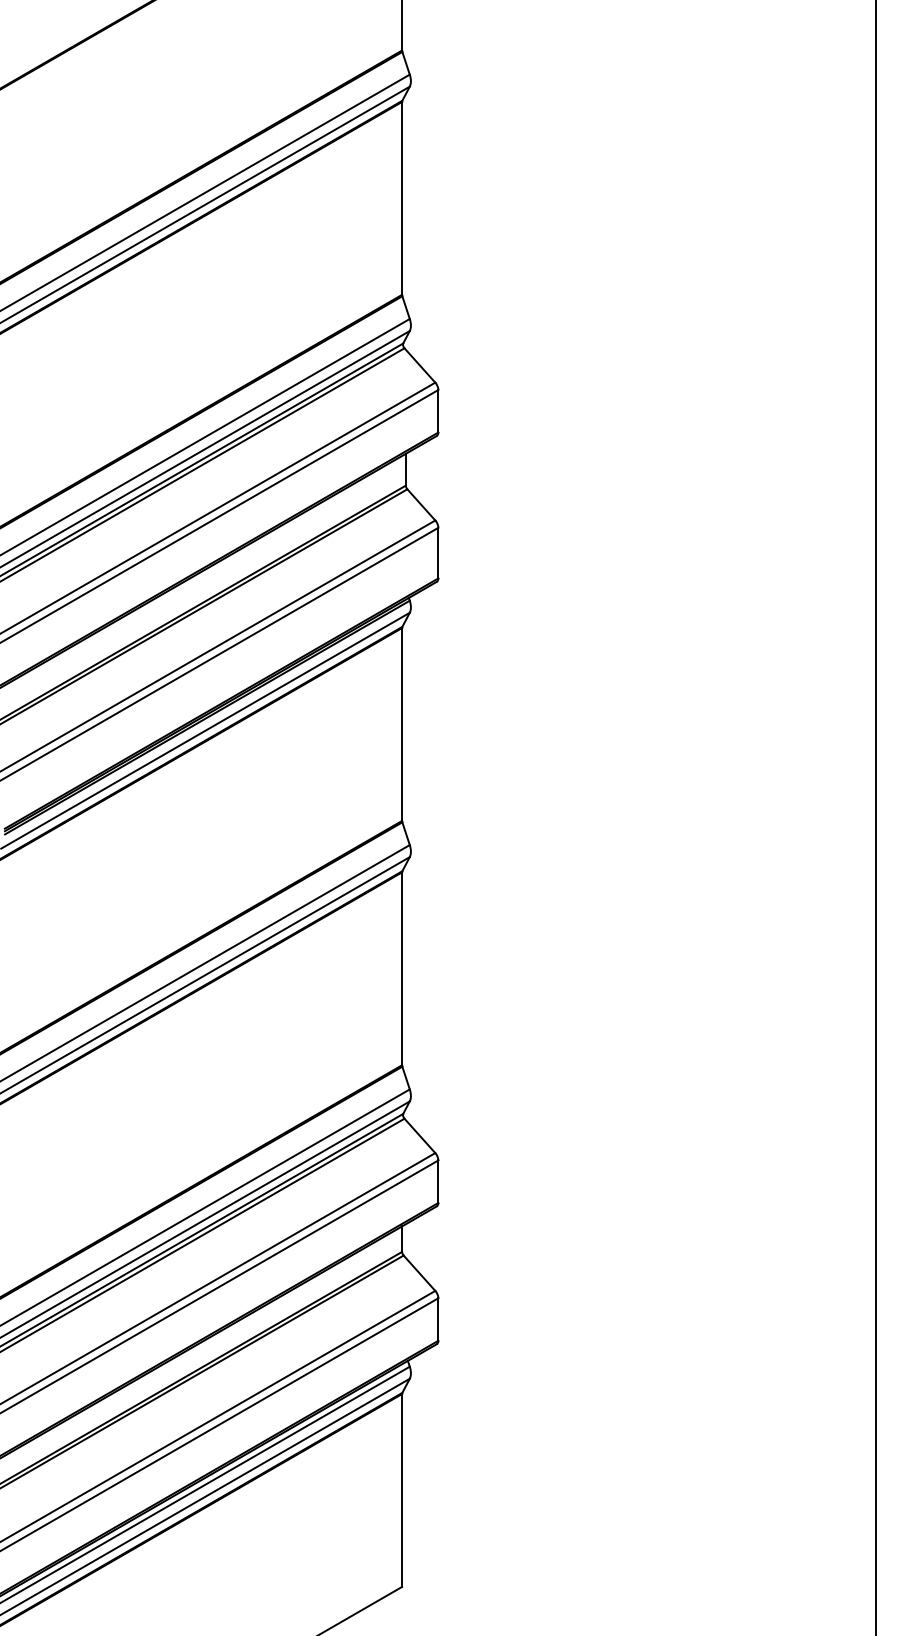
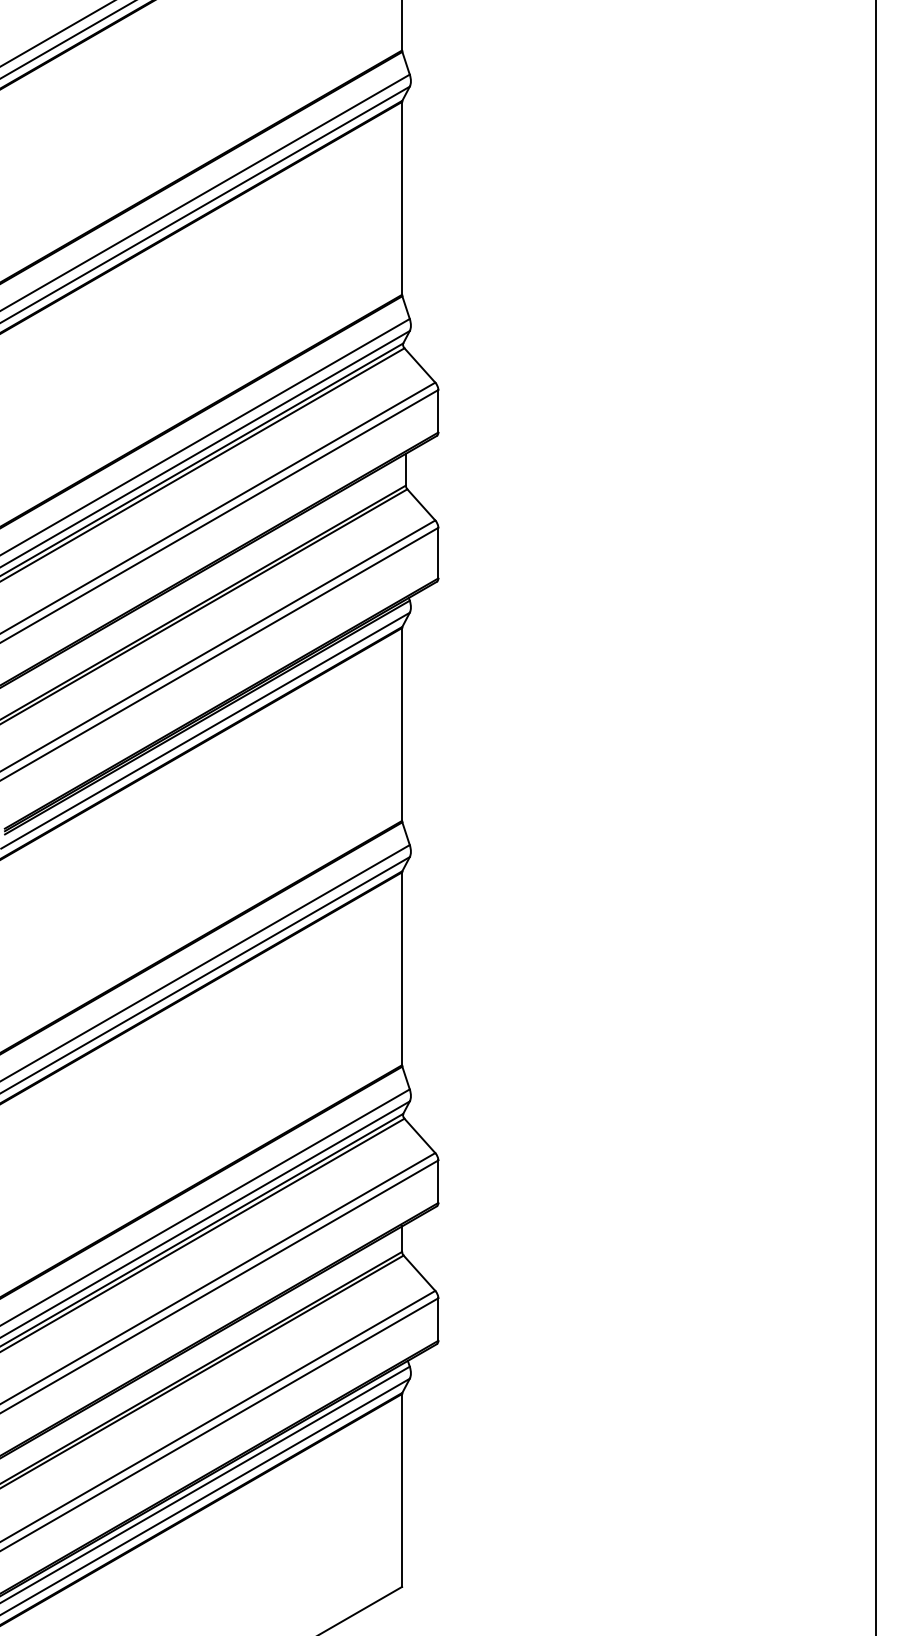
line at (56, 33): none -> present
line at (67, 39): none -> present
